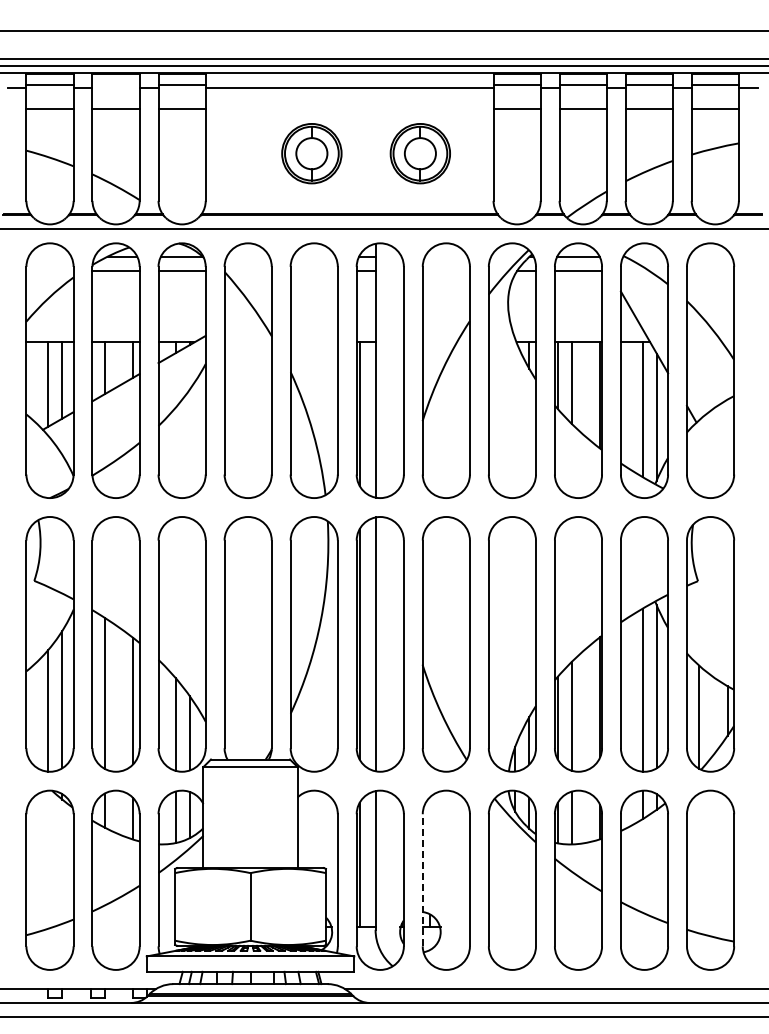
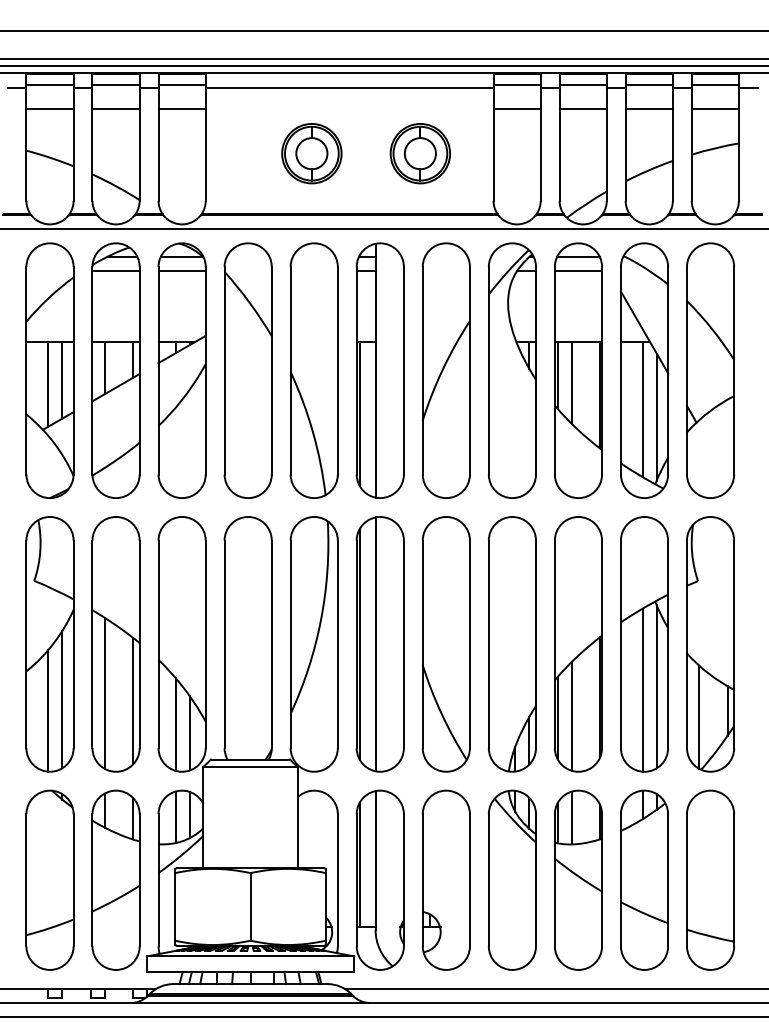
line at (115, 84): none -> present
line at (422, 879): dashed -> solid
